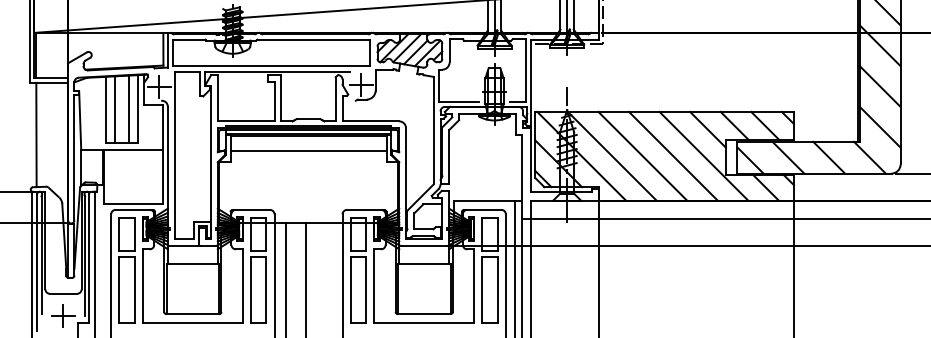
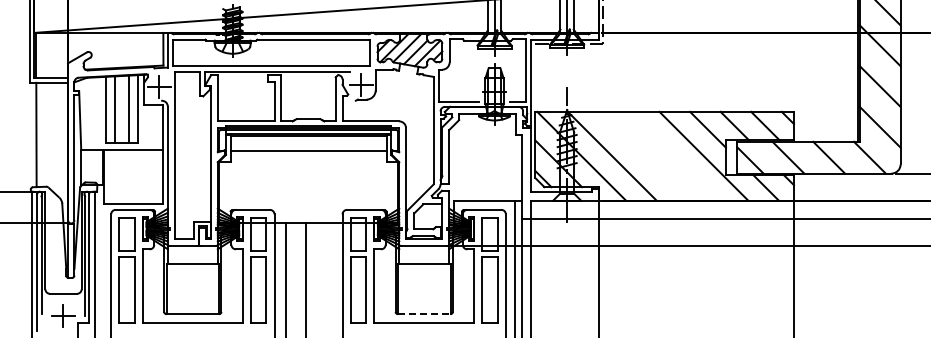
line at (642, 155): present -> none
line at (672, 155): present -> none
line at (424, 314): solid -> dashed
